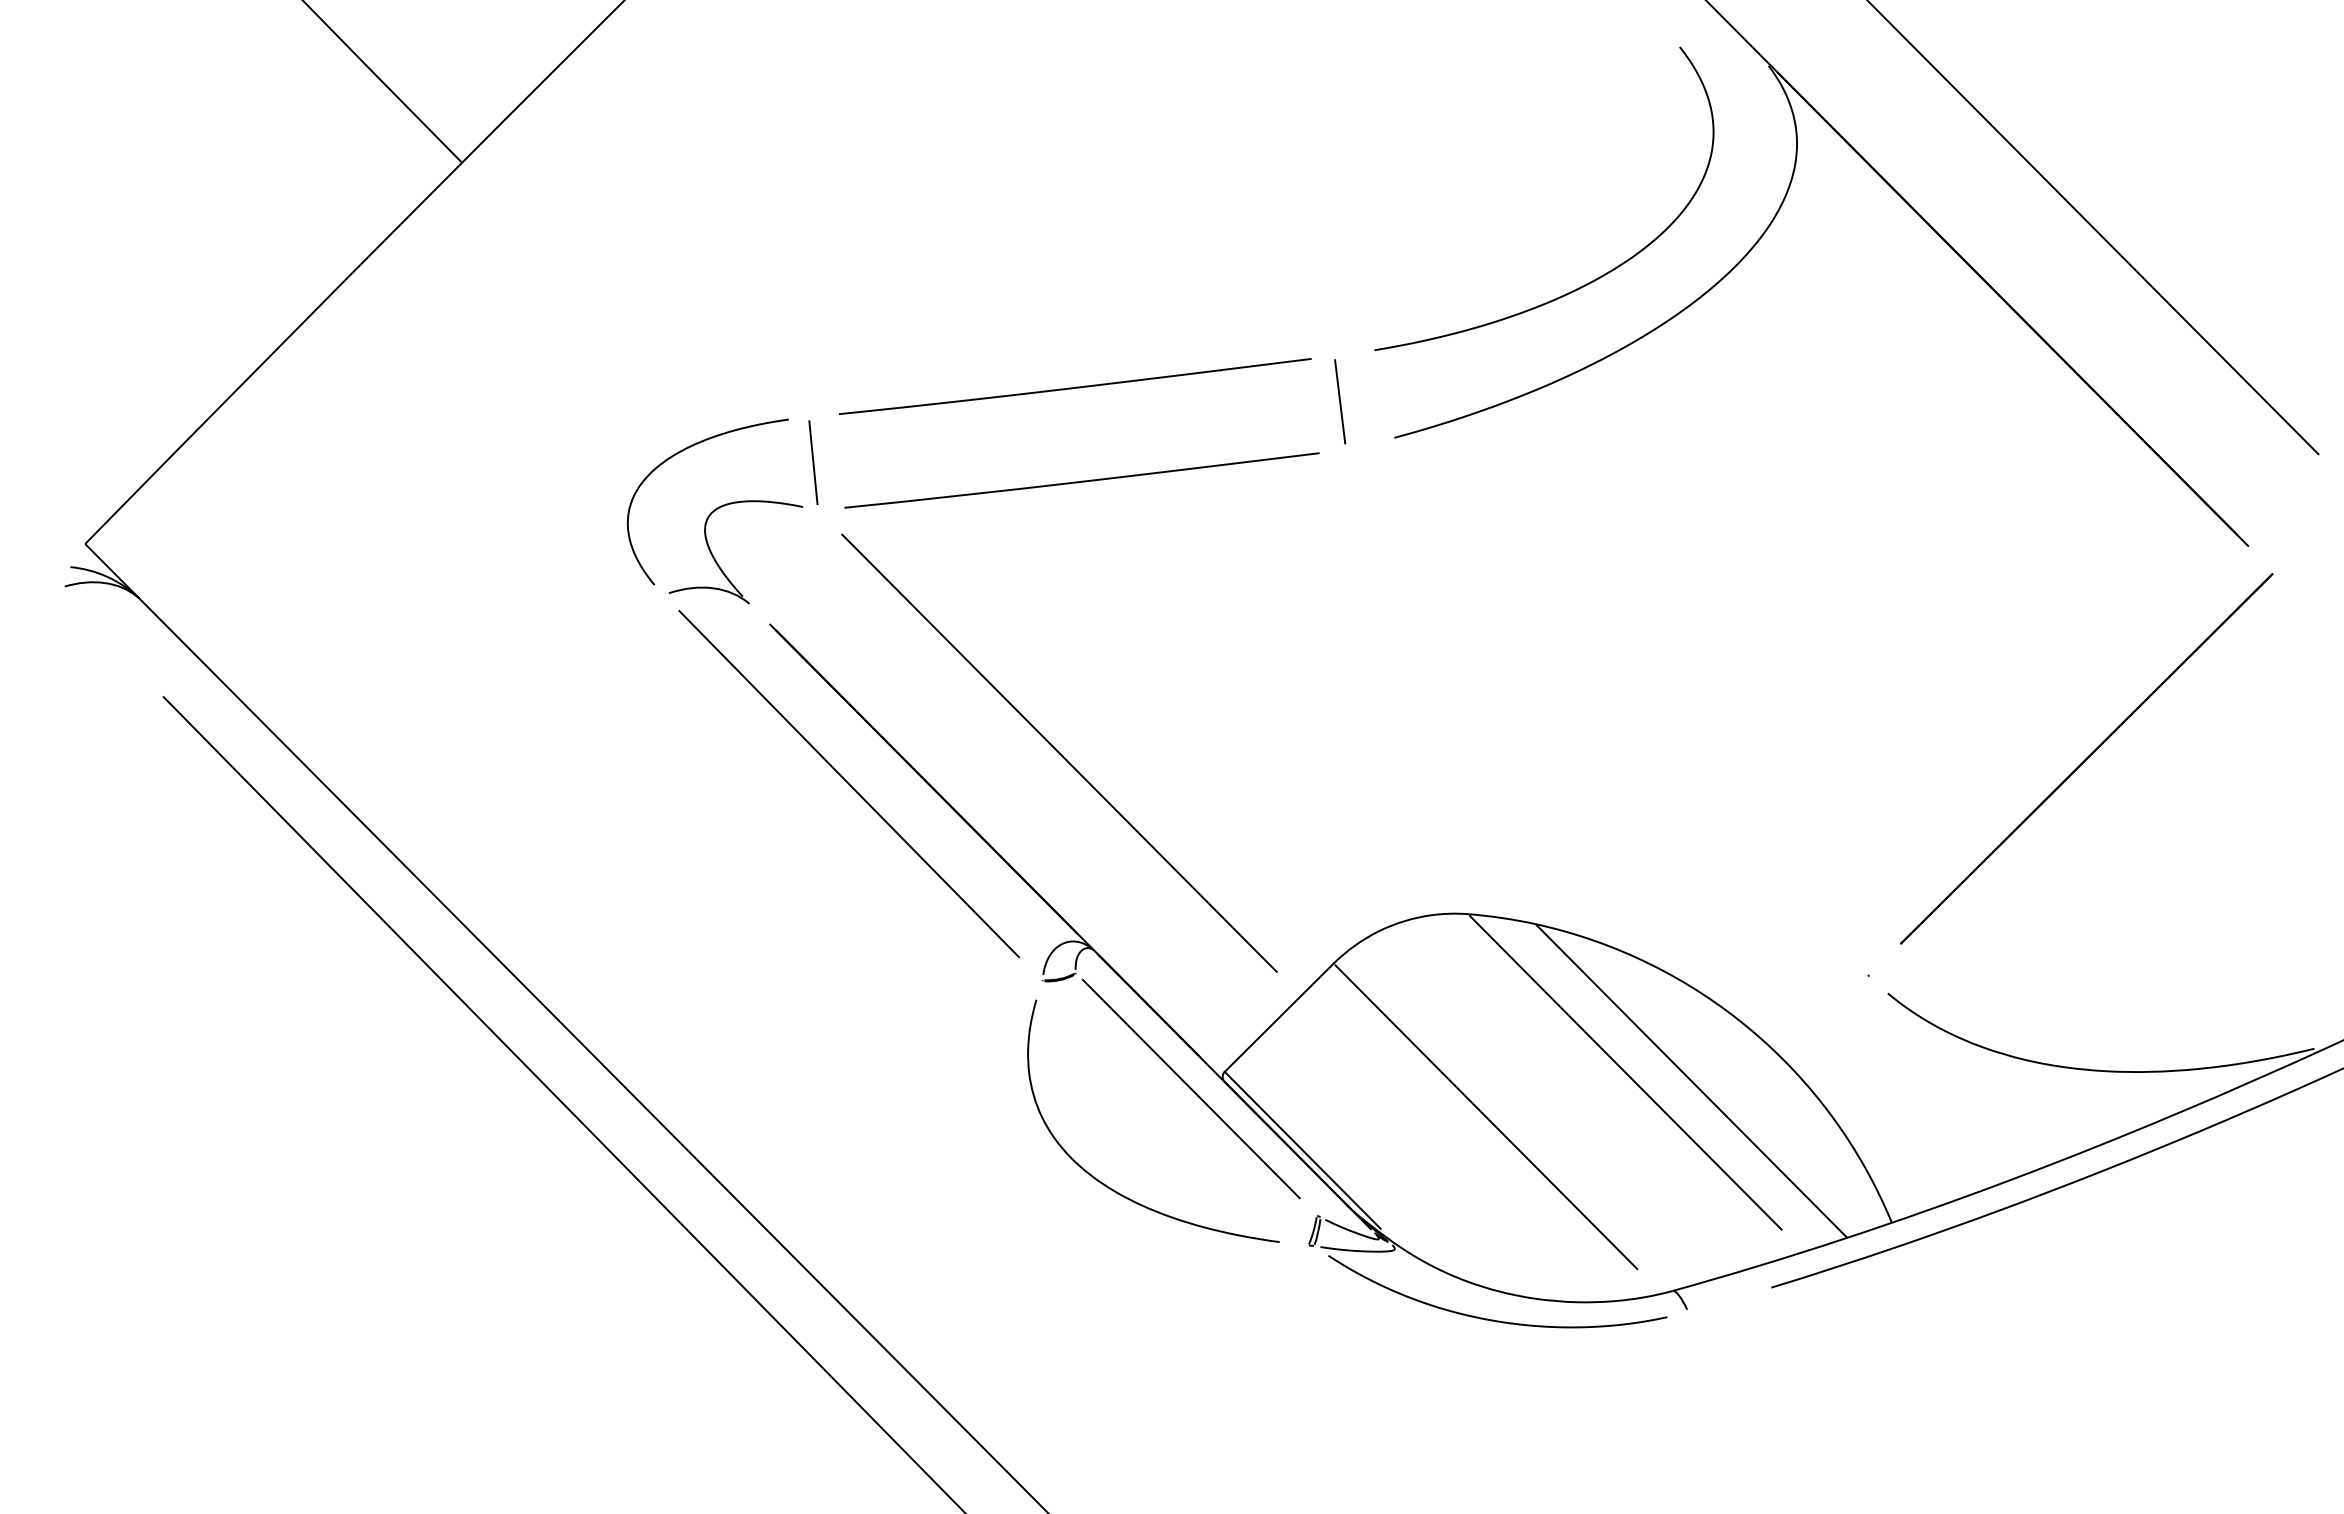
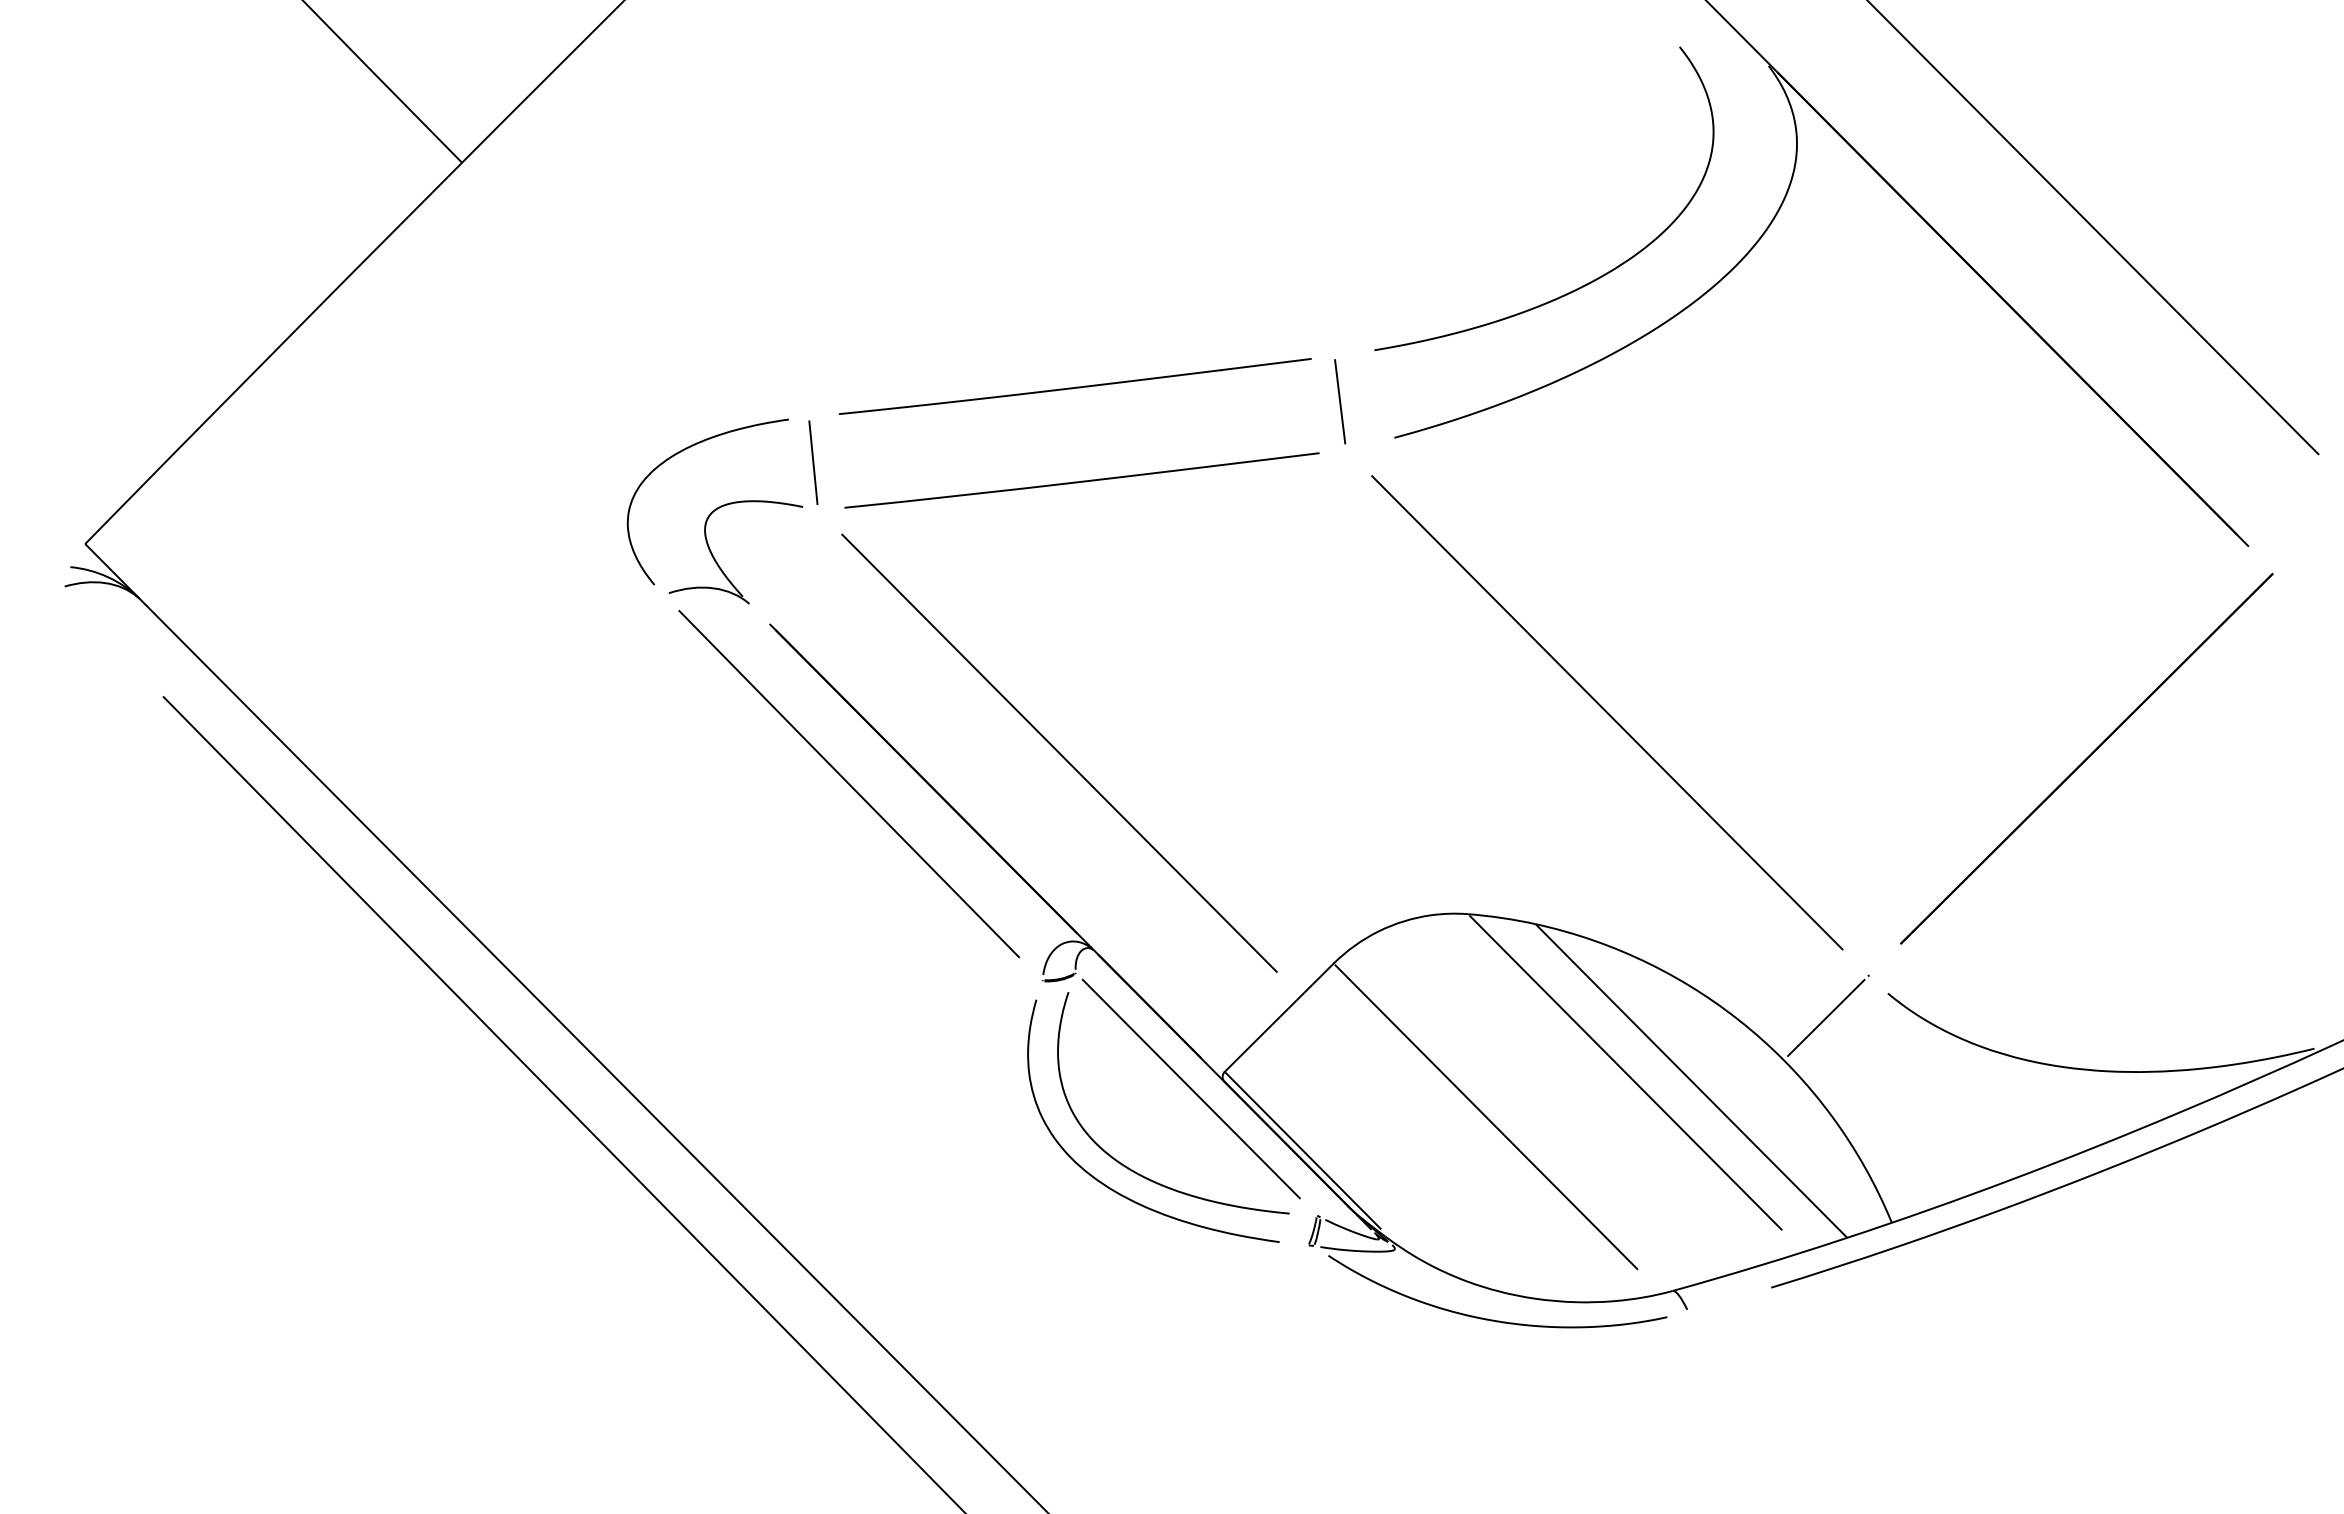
line at (1607, 712): none -> present
line at (1826, 1017): none -> present
curve at (1132, 1169): none -> present
